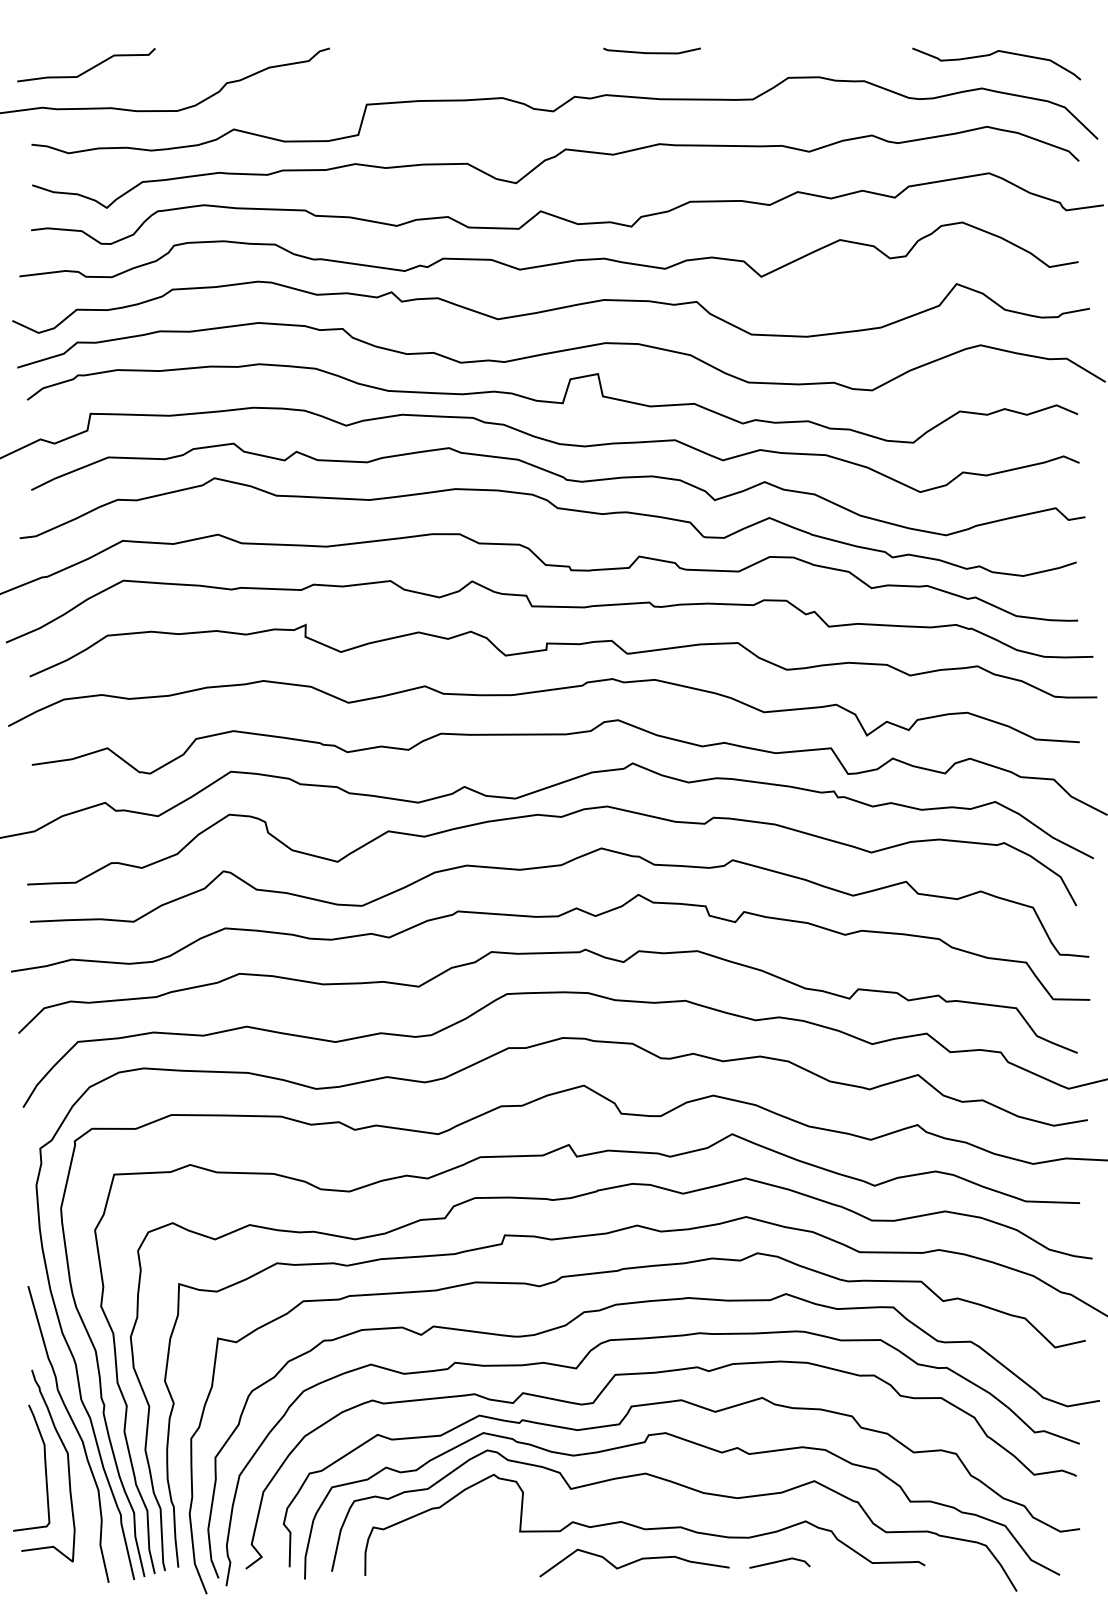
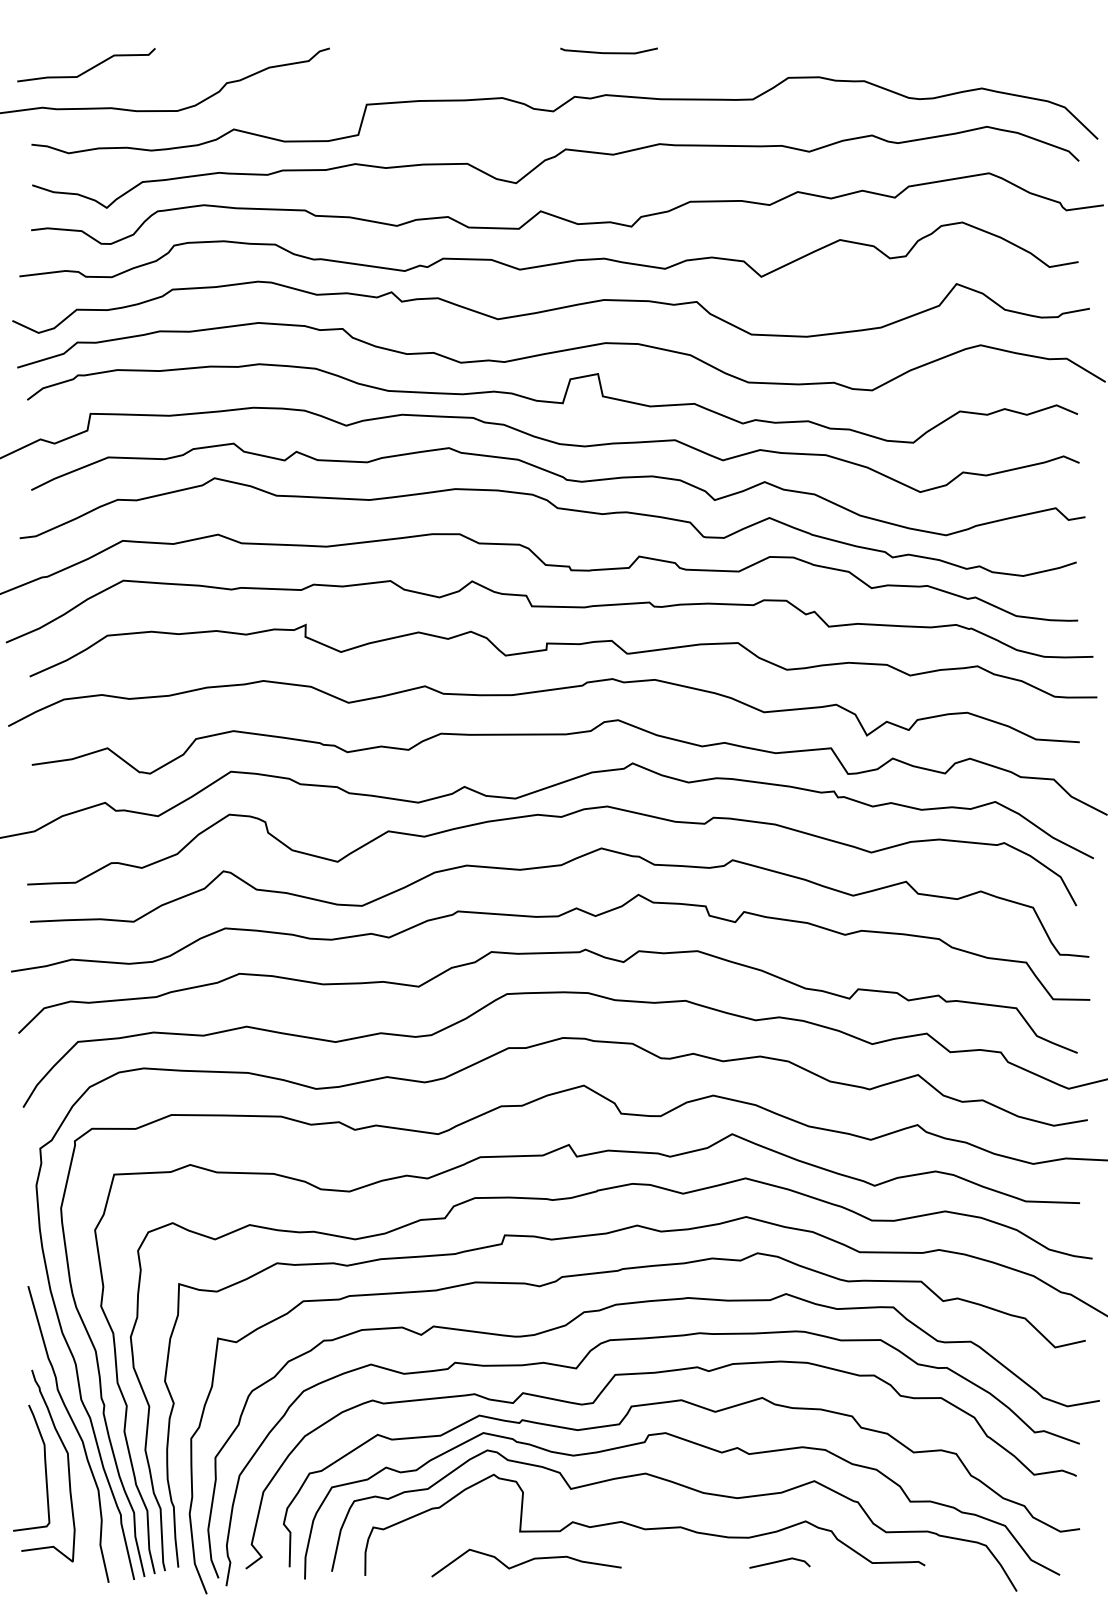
line at (651, 52) position: (651, 52) -> (608, 52)
curve at (991, 55): present -> none
curve at (634, 1562) position: (634, 1562) -> (526, 1562)
